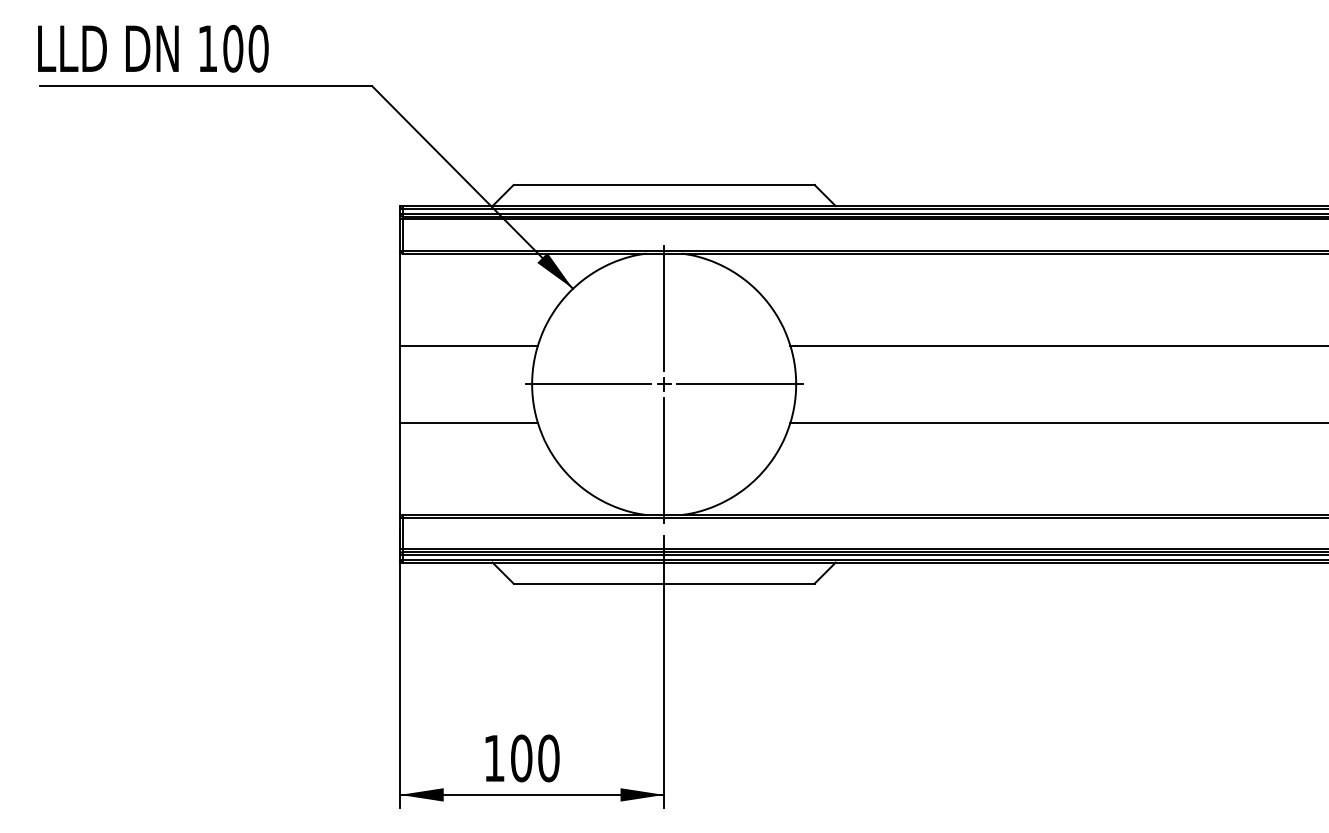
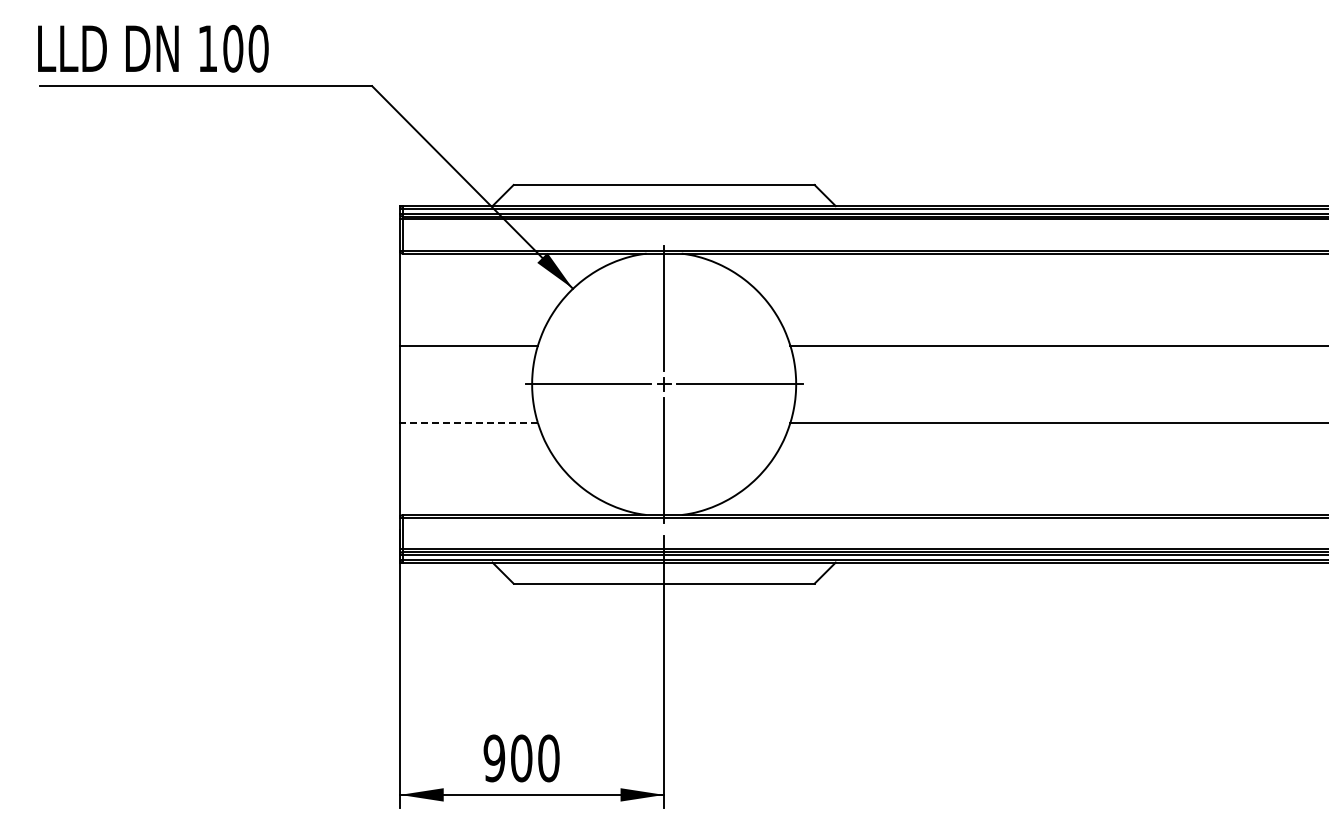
line at (468, 422): solid -> dashed
text at (494, 758): 100 -> 900
